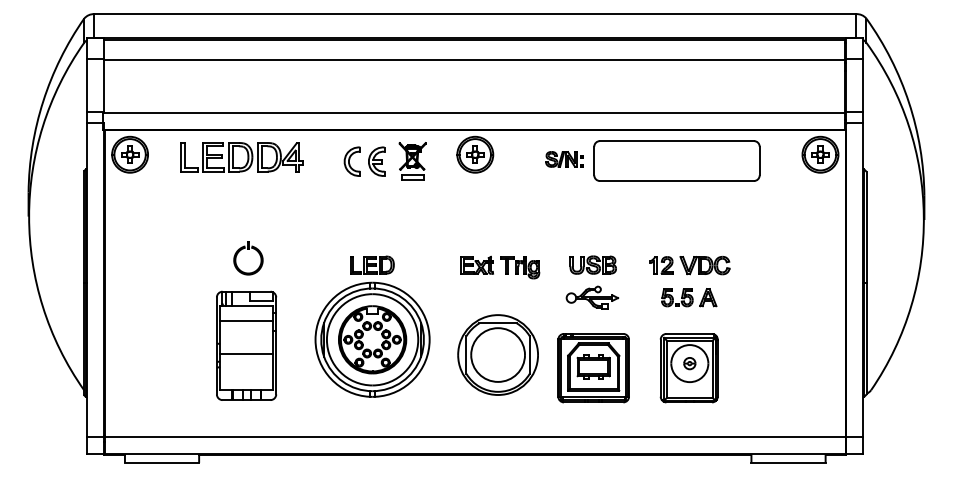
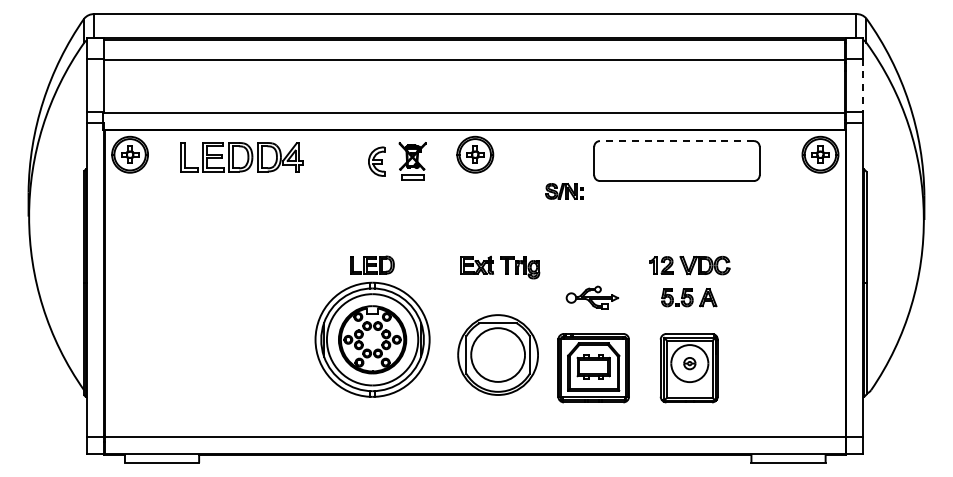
line at (863, 85): solid -> dashed
line at (676, 141): solid -> dashed
part at (564, 159) position: (564, 159) -> (564, 191)
part at (351, 161): present -> none
part at (248, 249): present -> none
part at (592, 264): present -> none
part at (246, 345): present -> none
